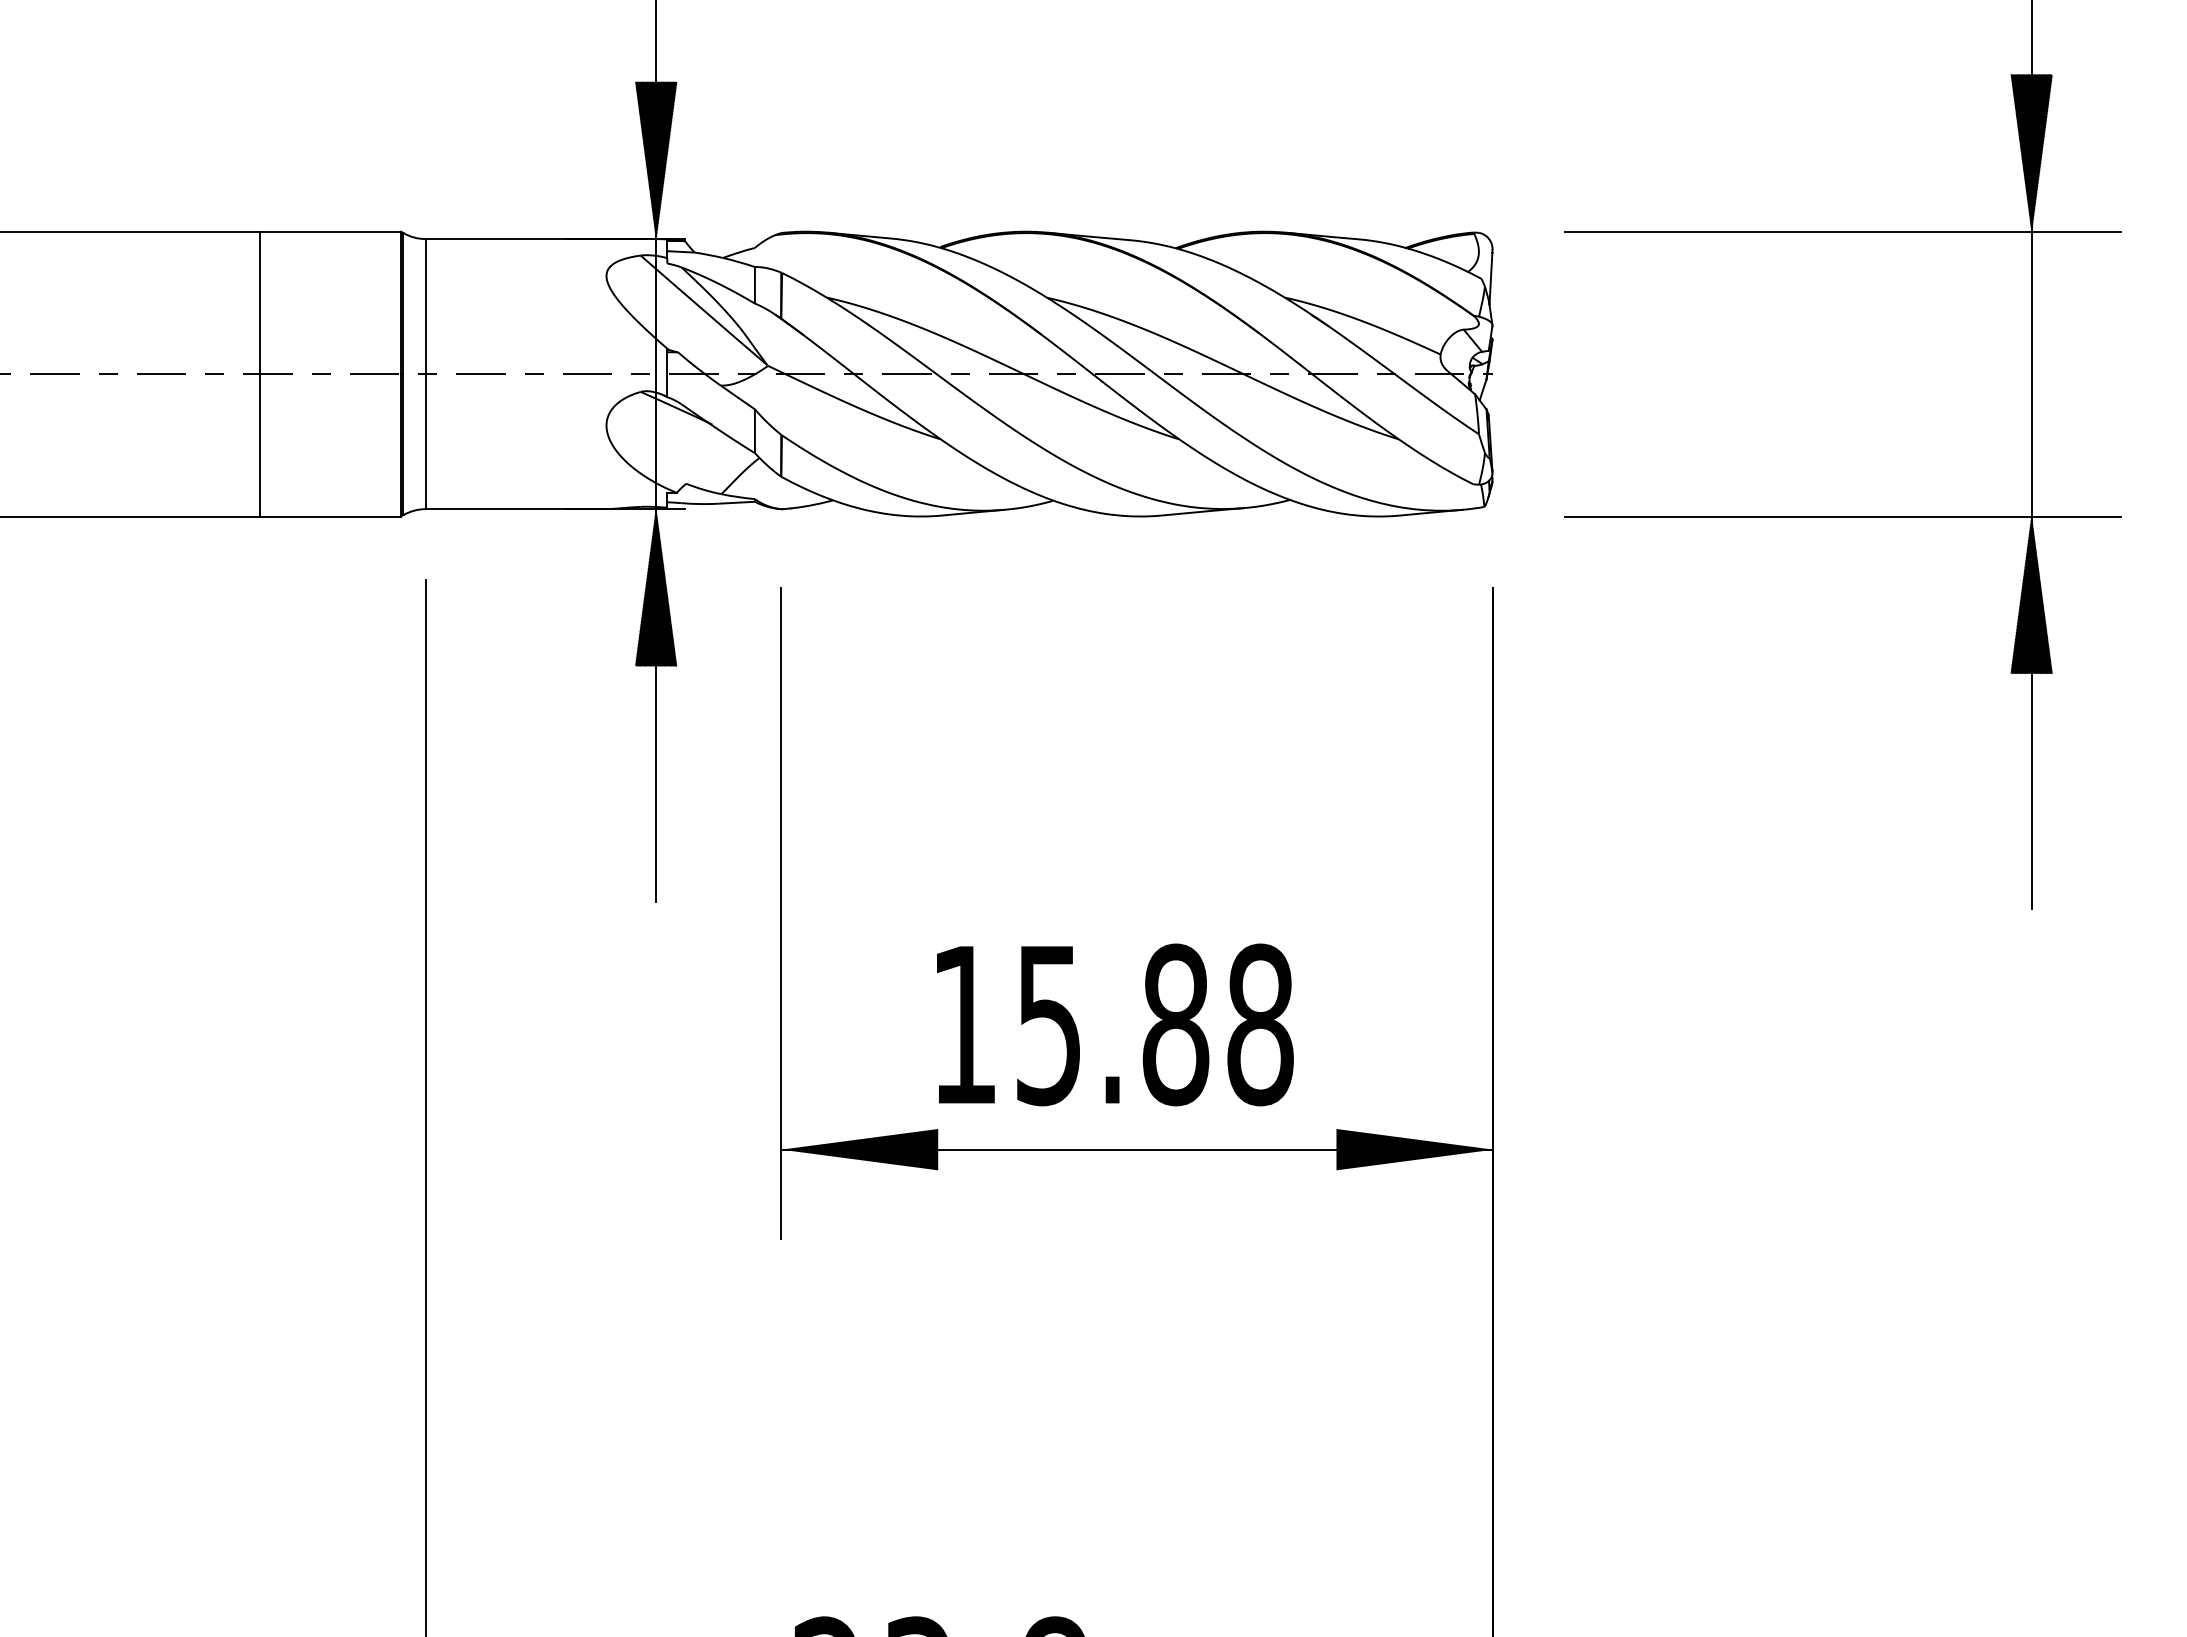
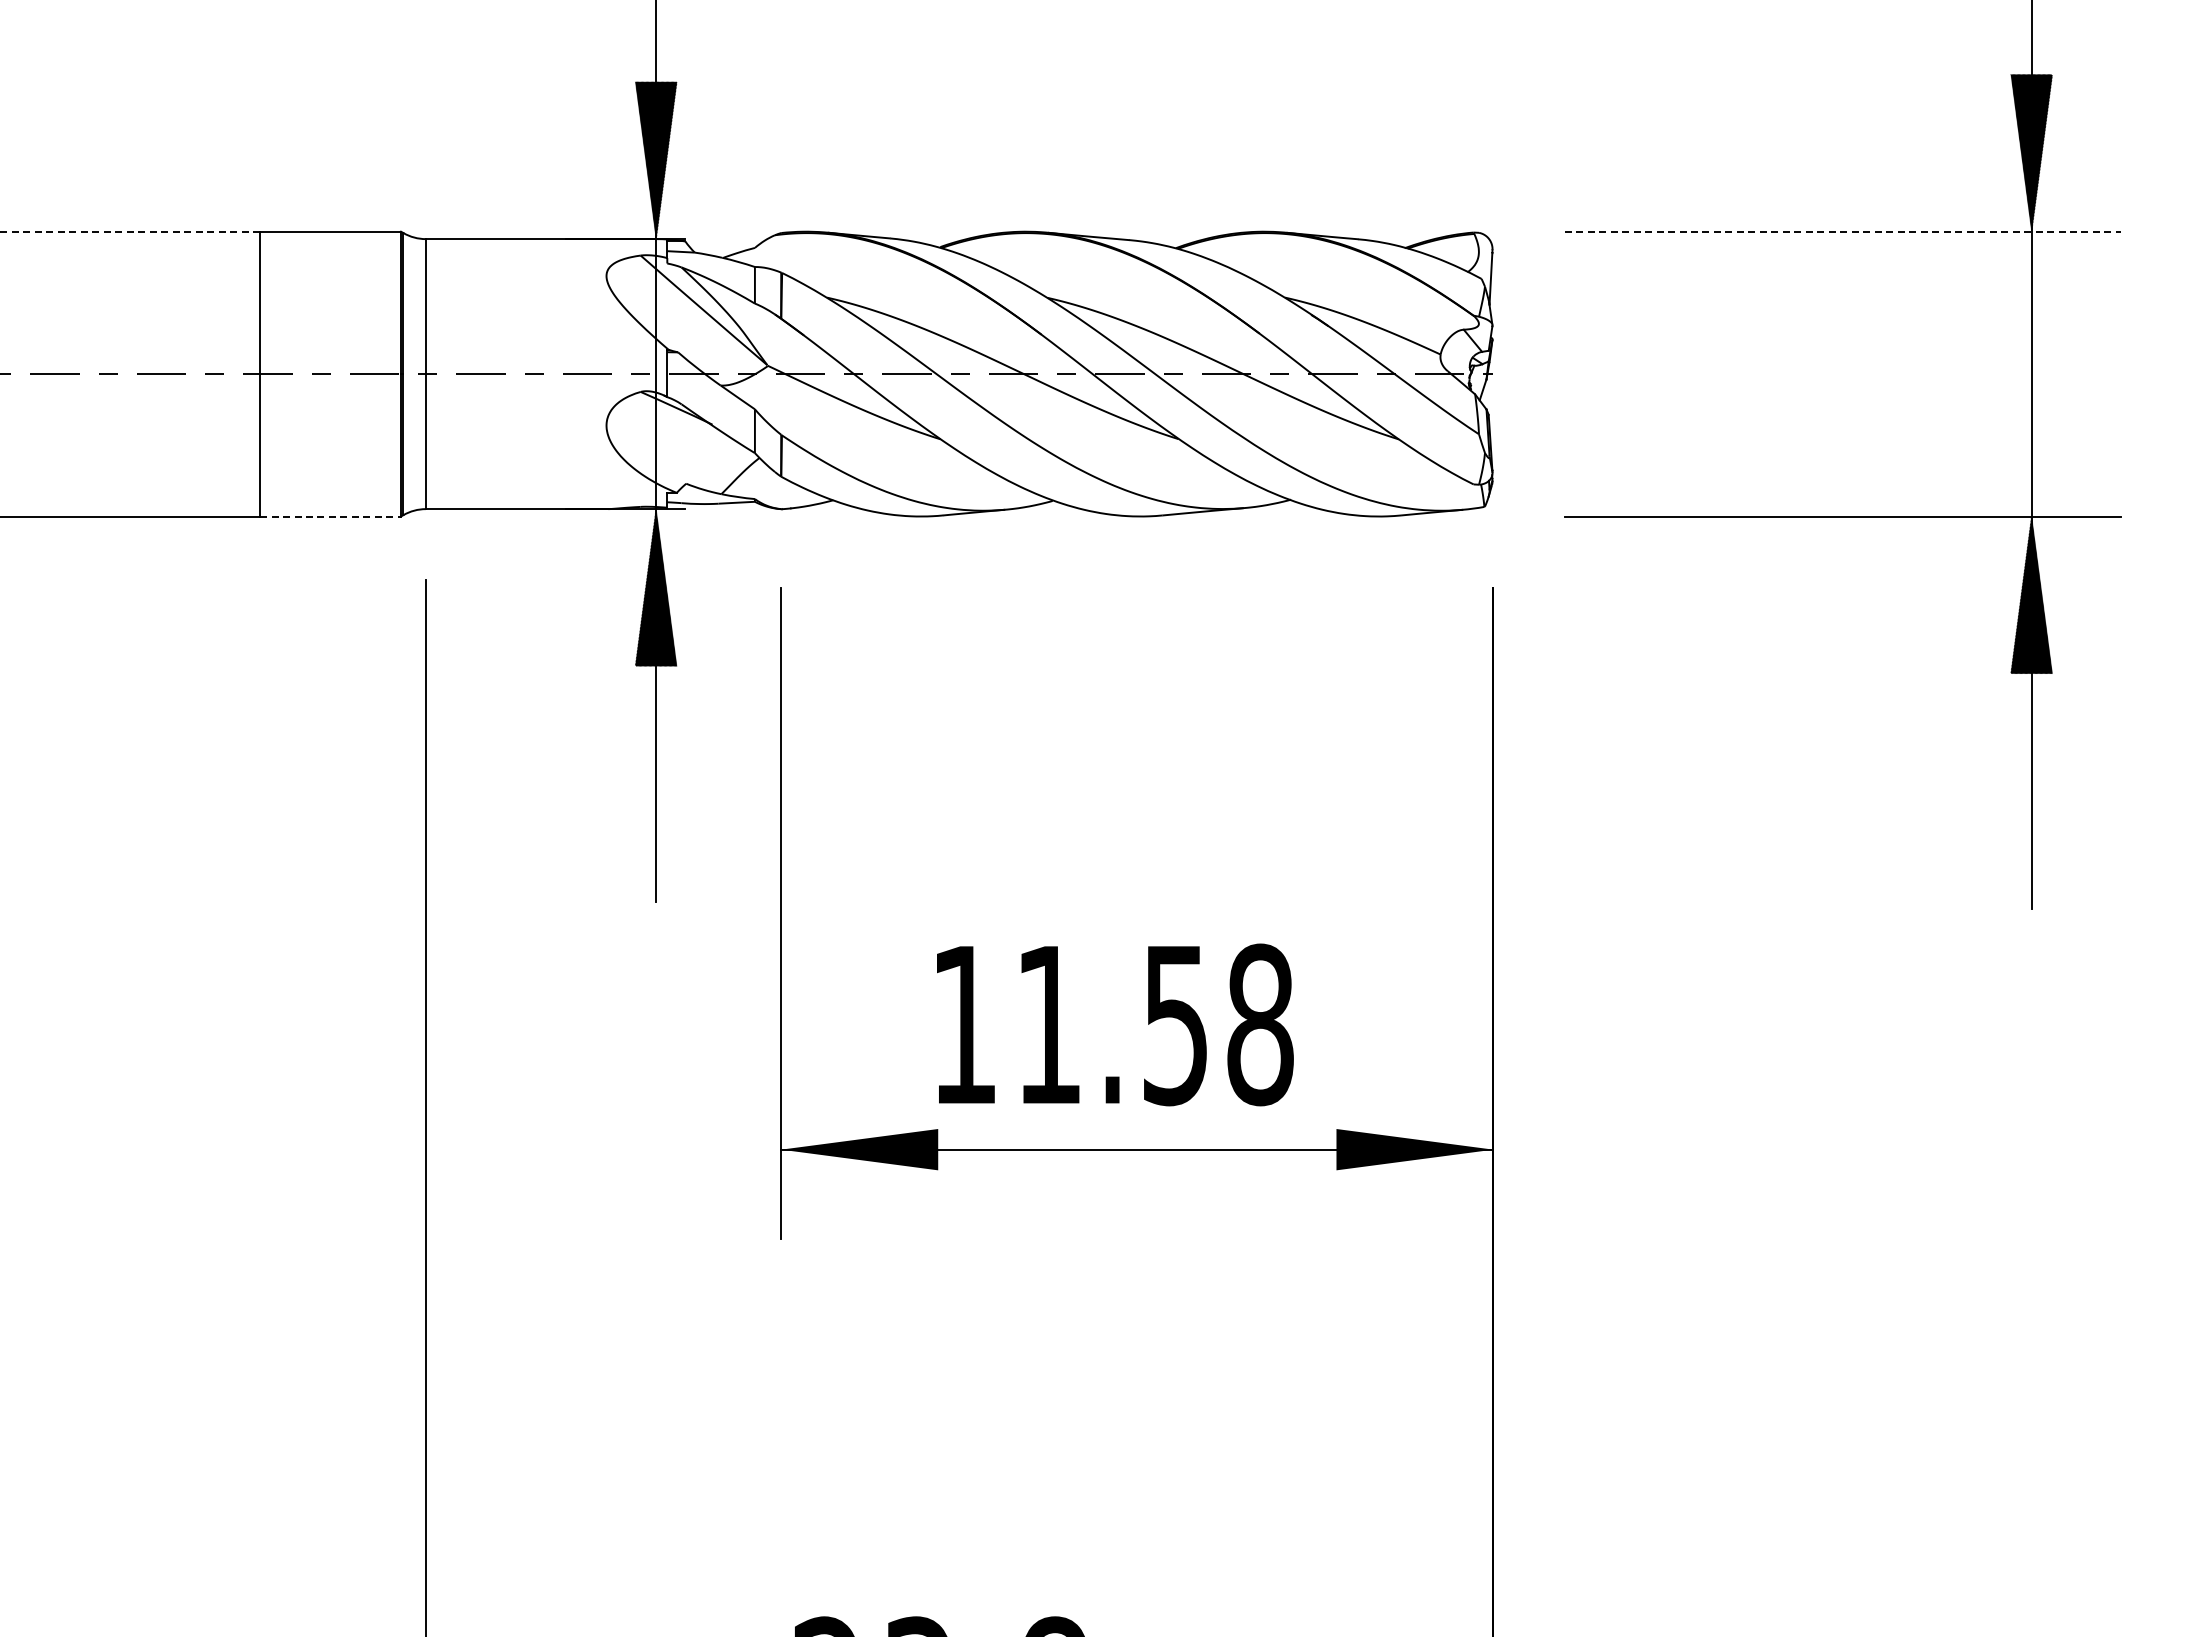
line at (130, 231): solid -> dashed
line at (1843, 231): solid -> dashed
line at (330, 516): solid -> dashed
text at (1113, 1024): 15.88 -> 11.58
